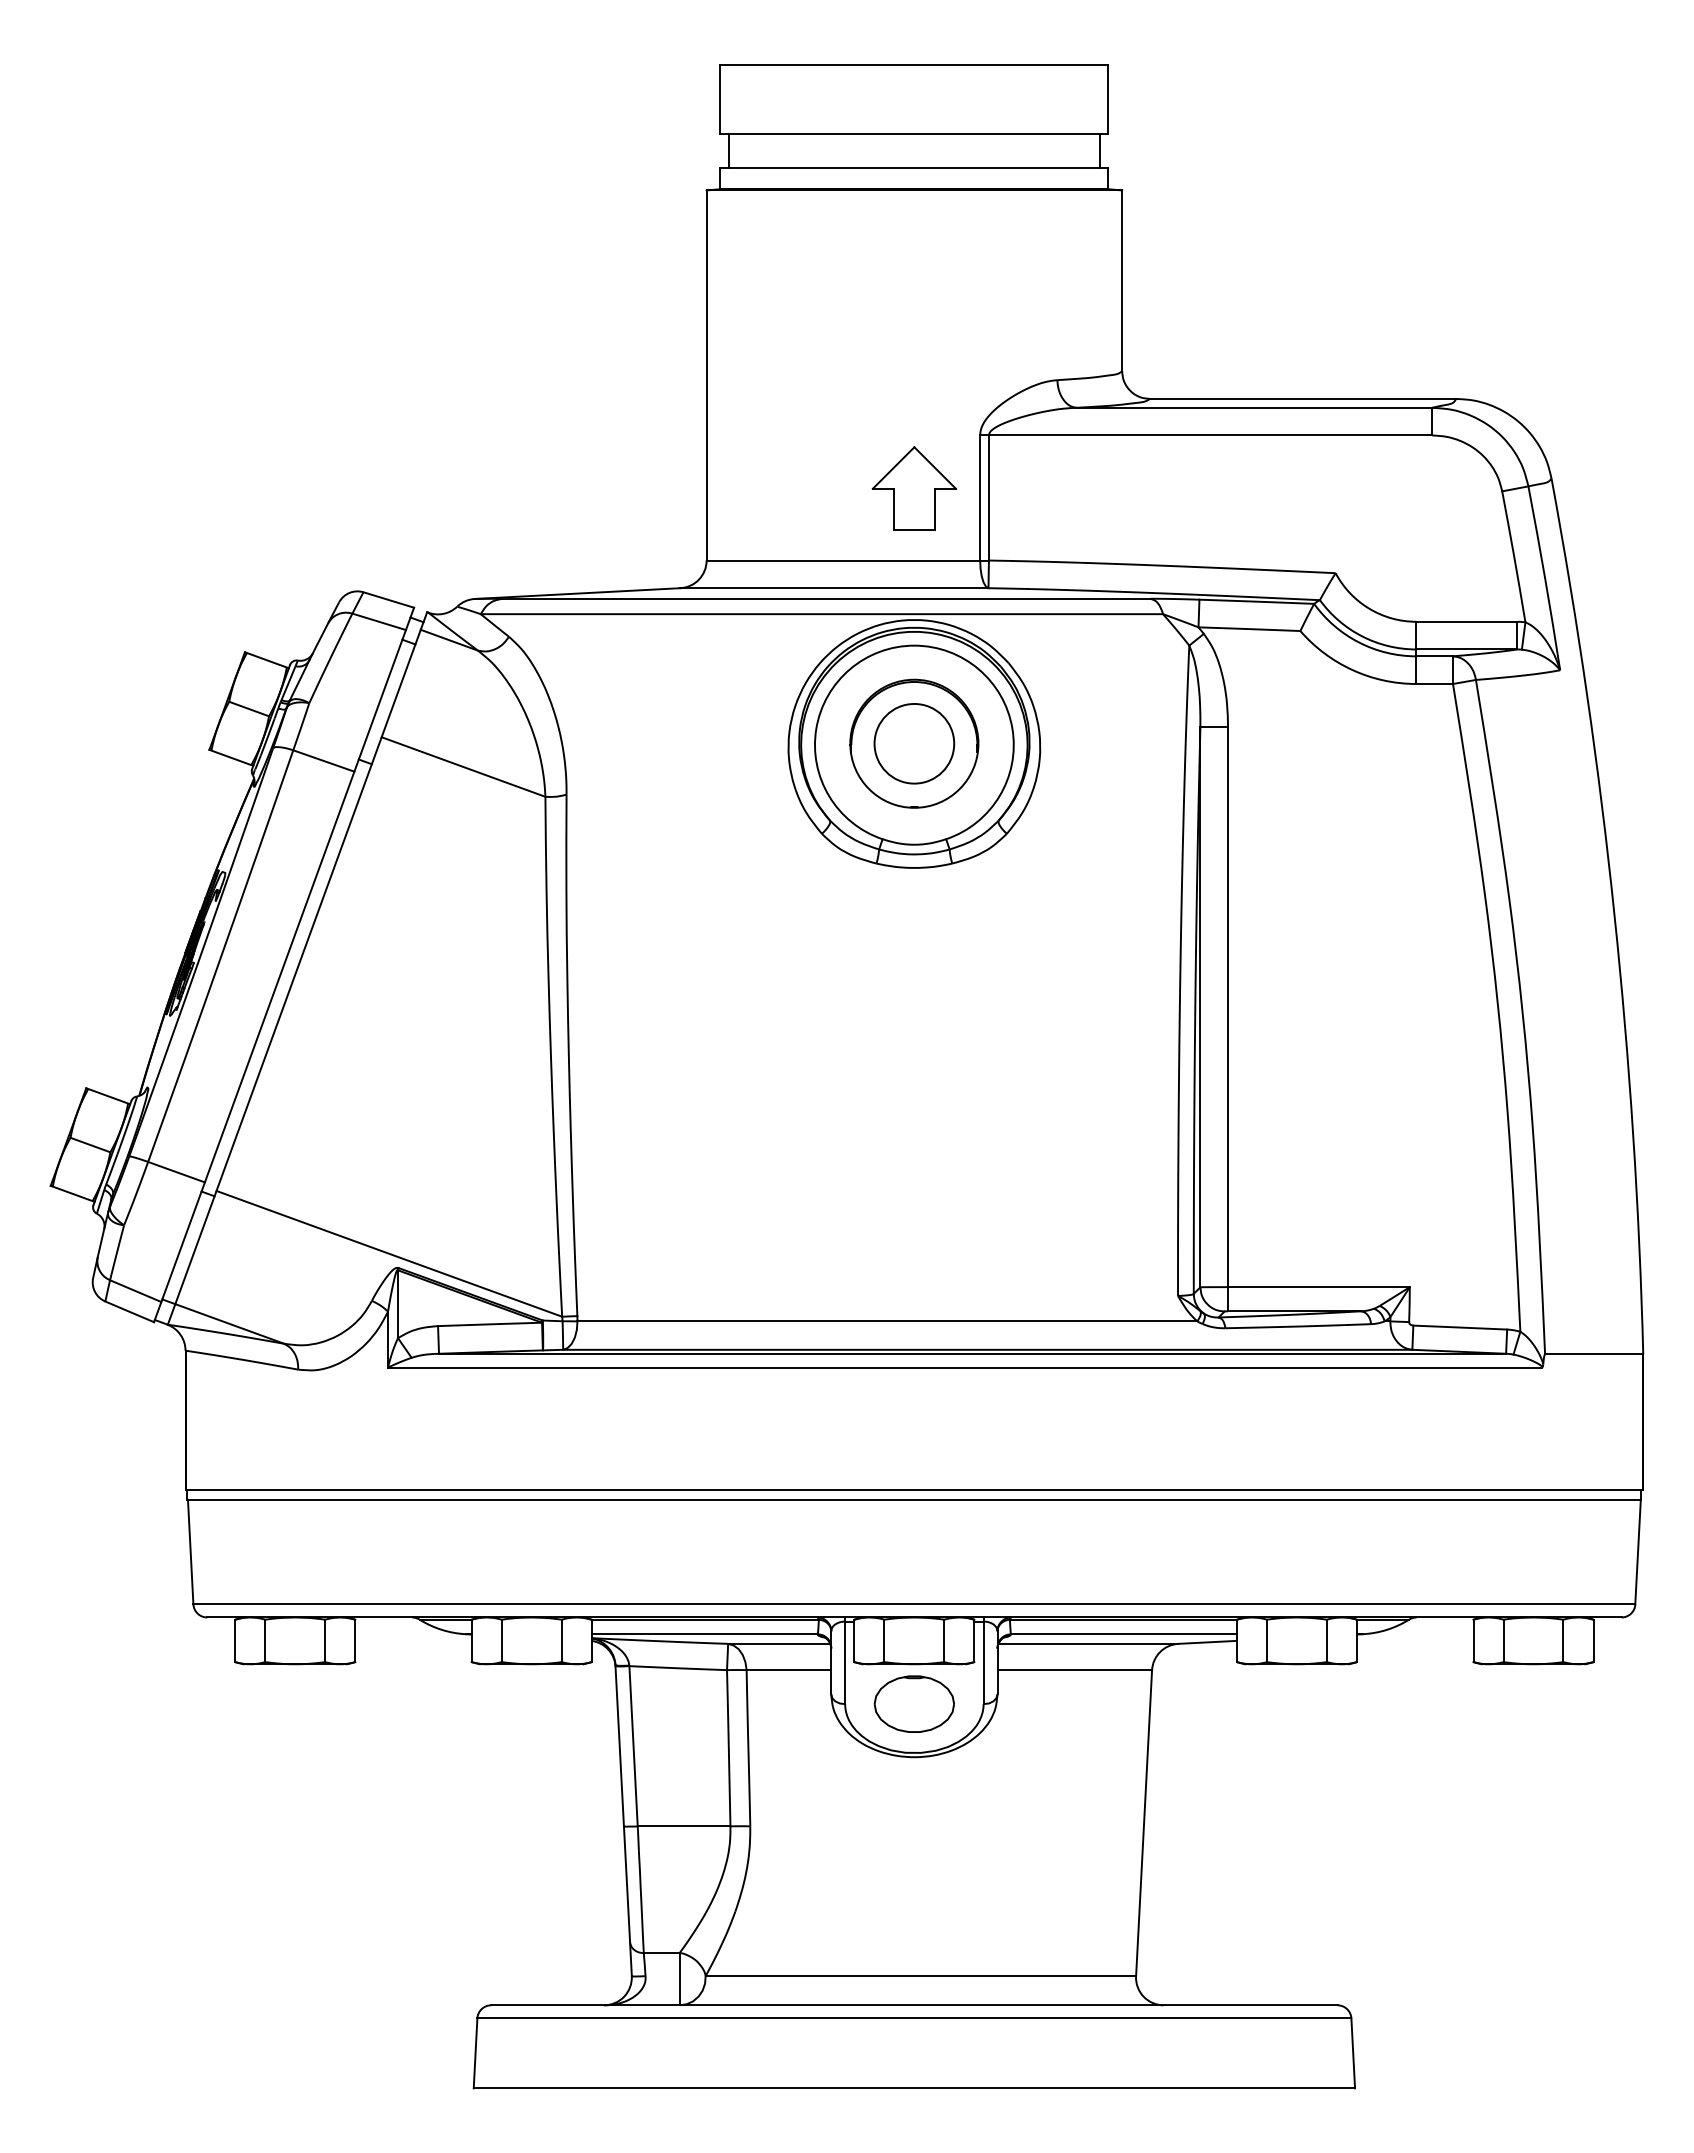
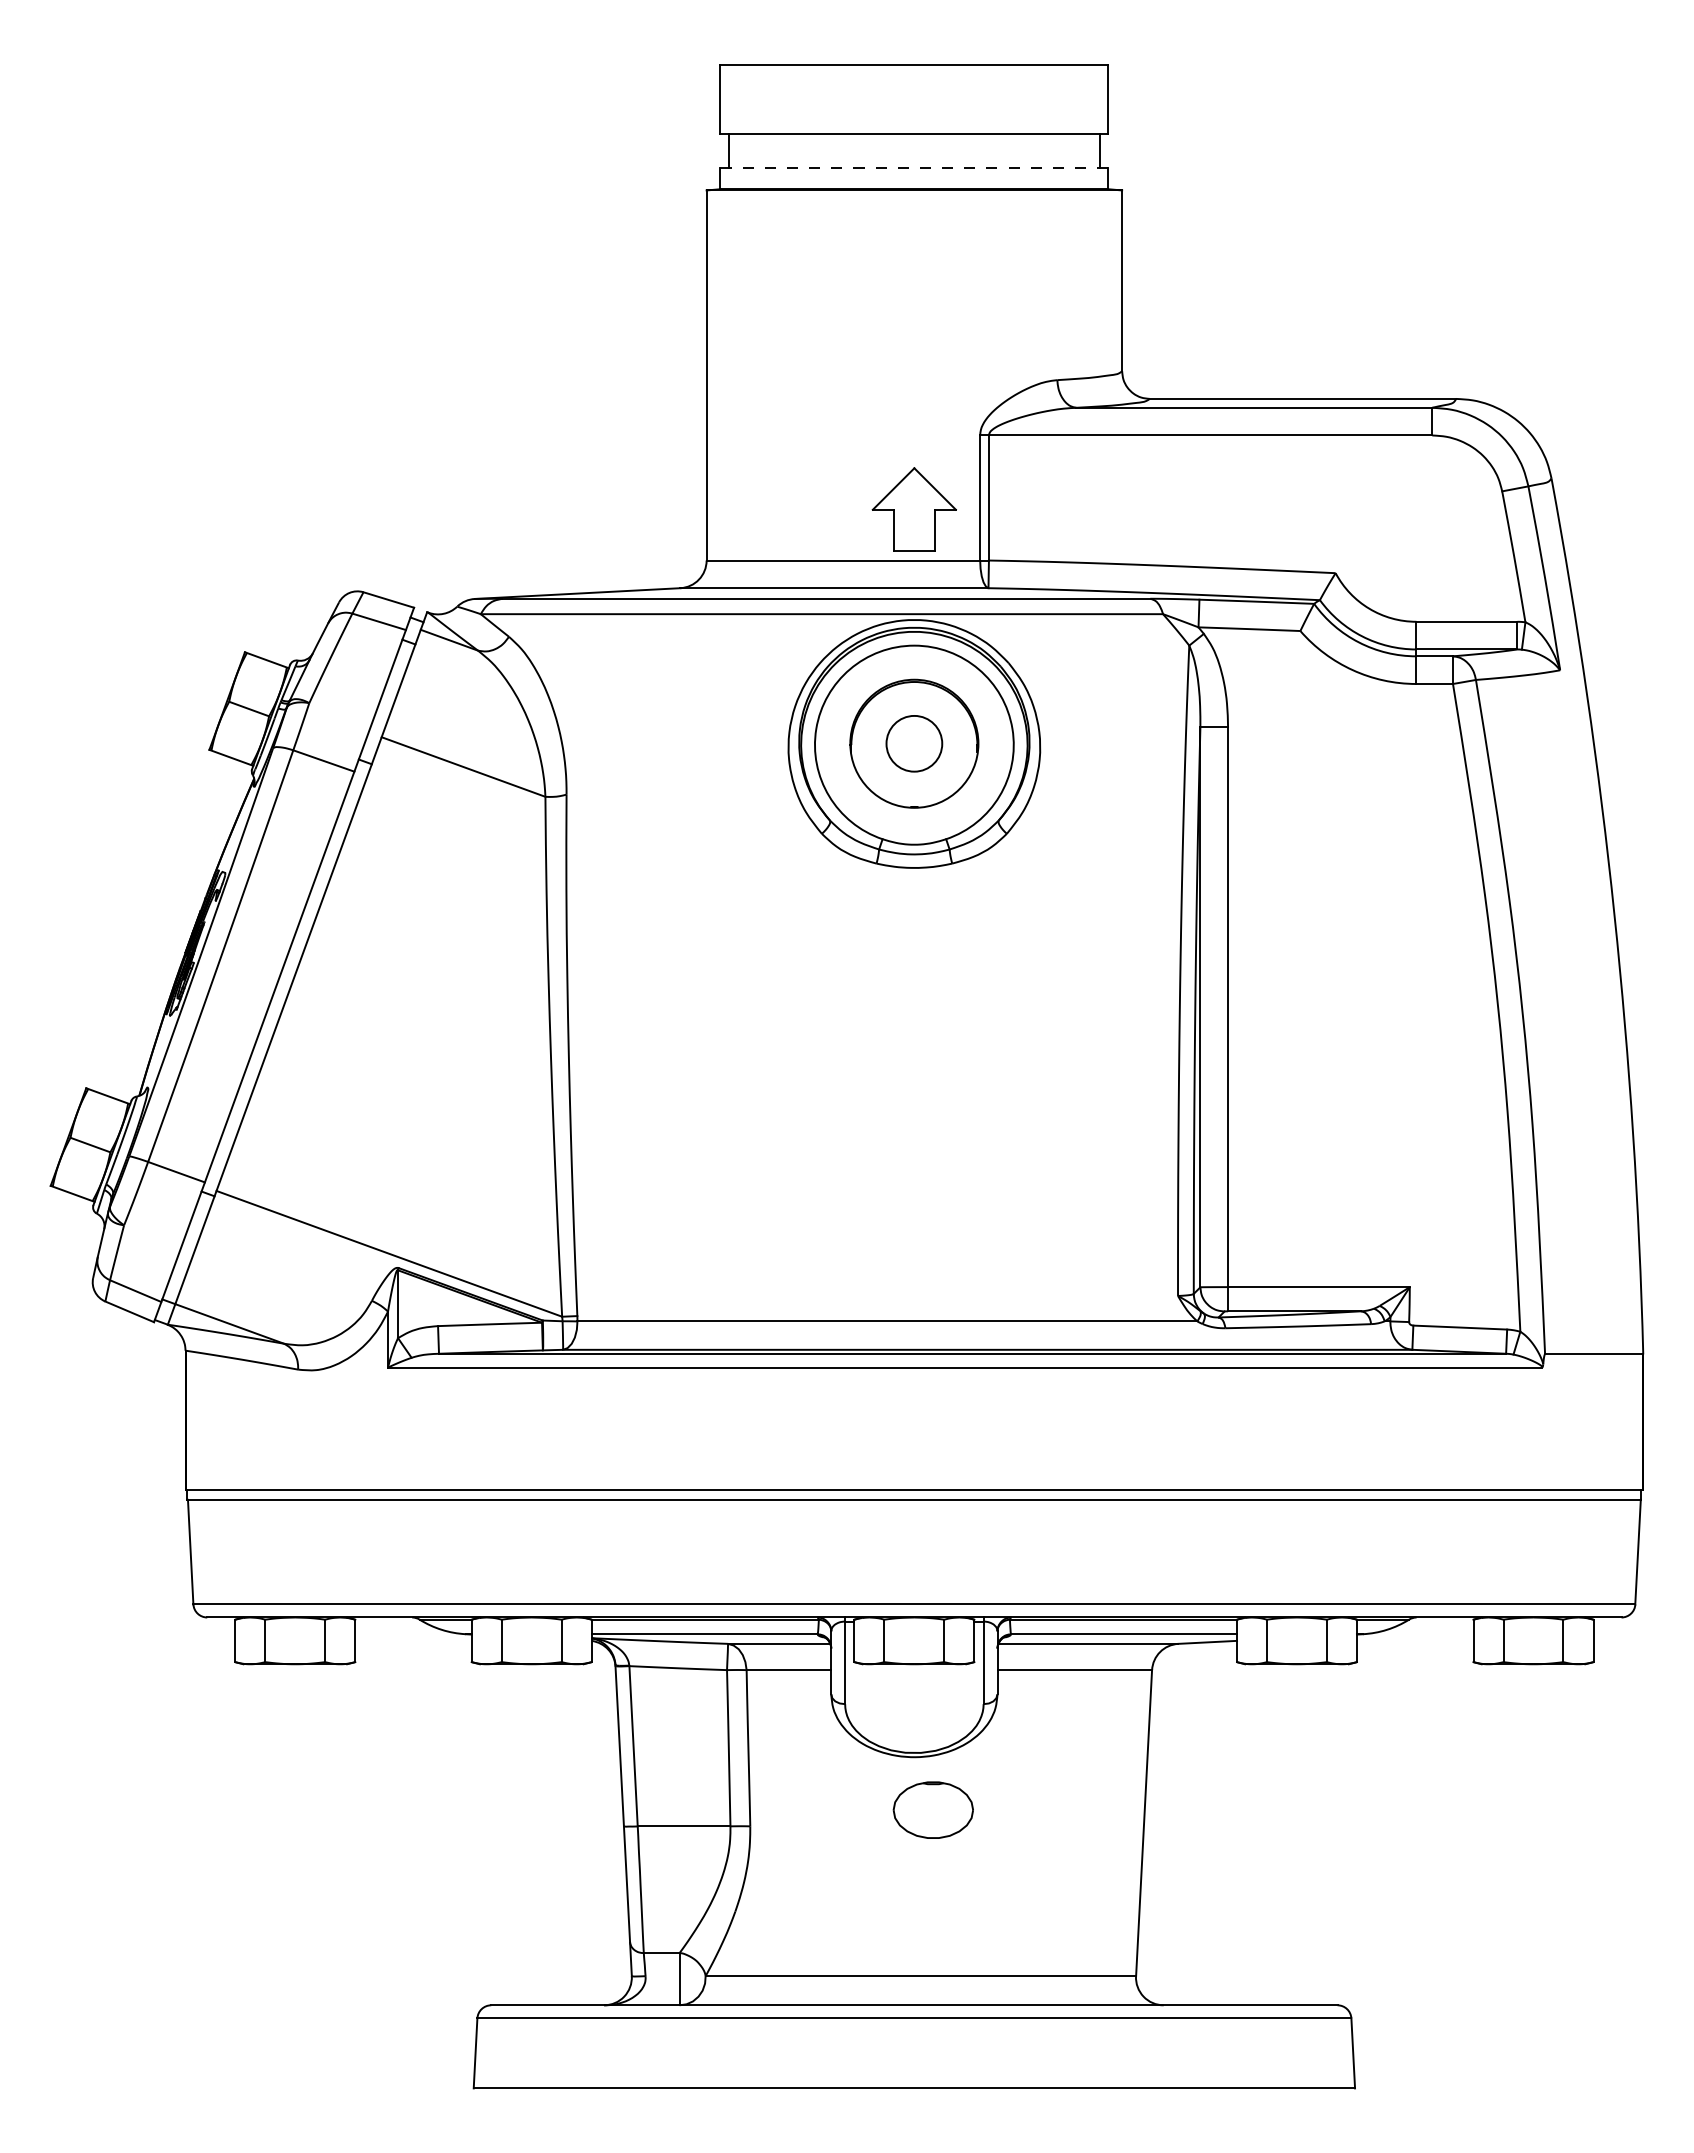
line at (914, 168): solid -> dashed
part at (913, 488) position: (913, 488) -> (913, 509)
circle at (914, 743) diameter: 80 px -> 56 px
part at (913, 1703) position: (913, 1703) -> (932, 1809)
